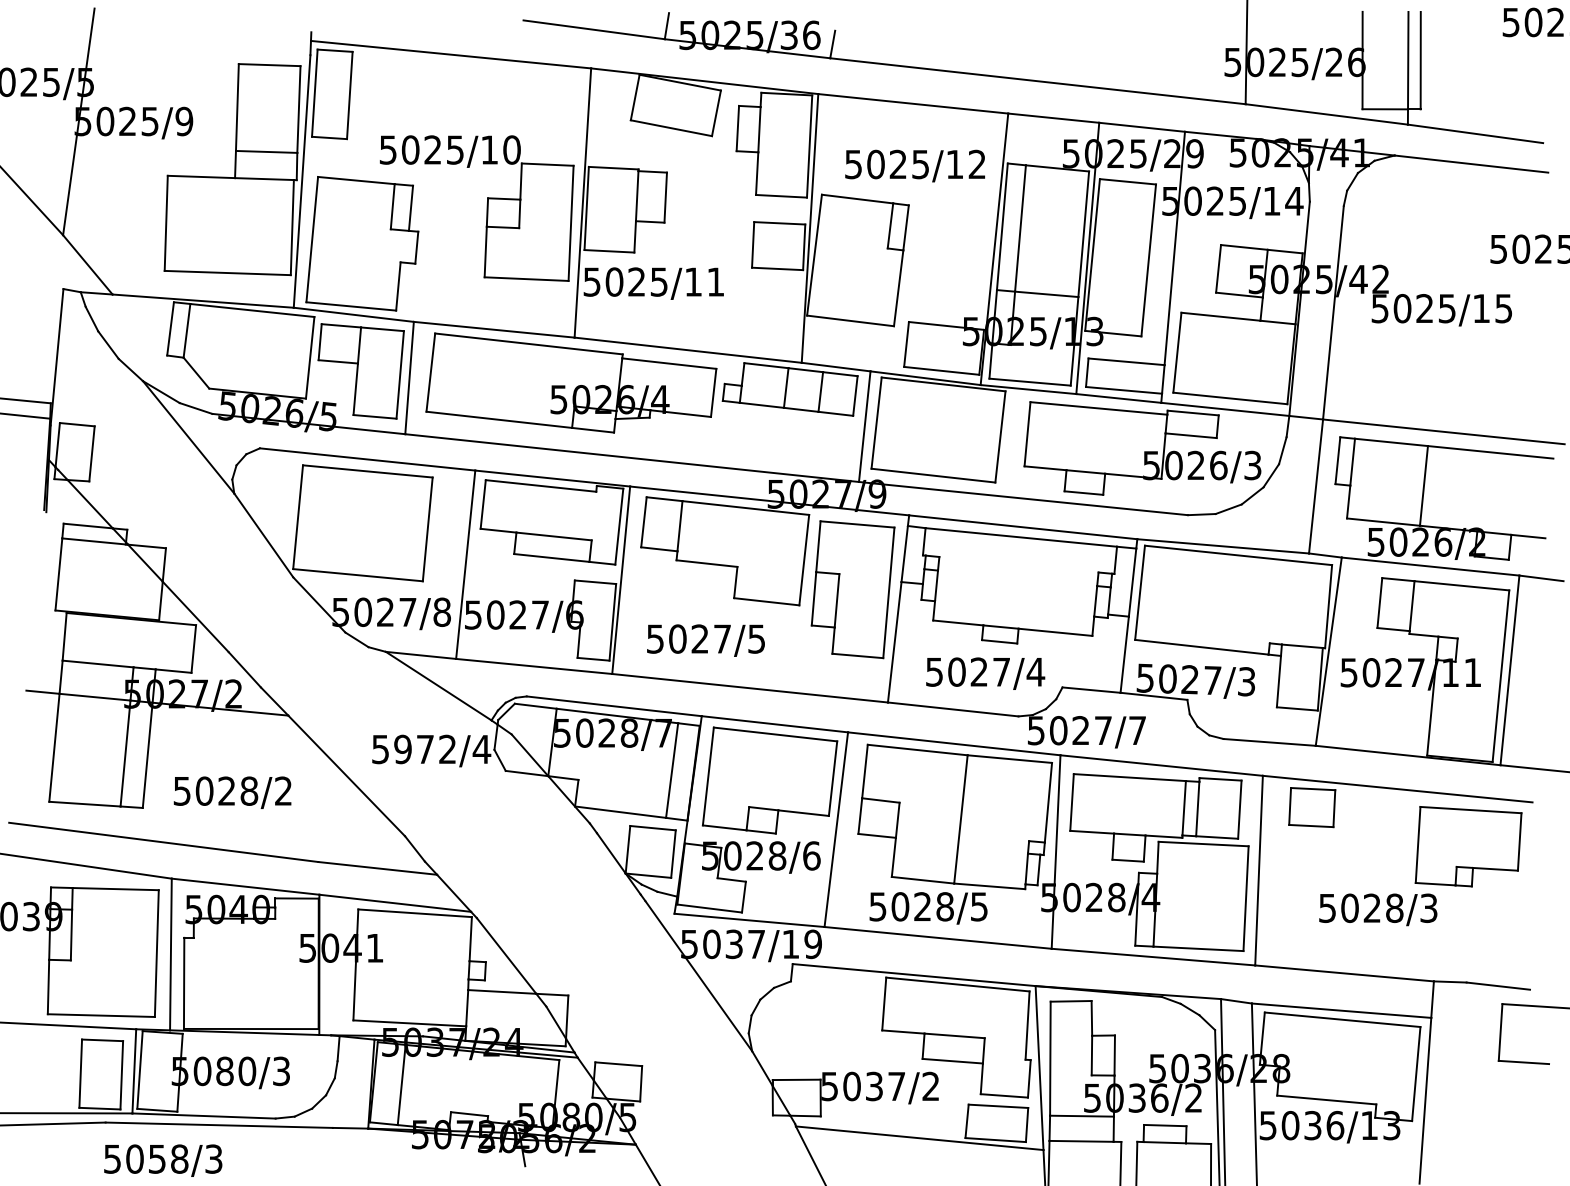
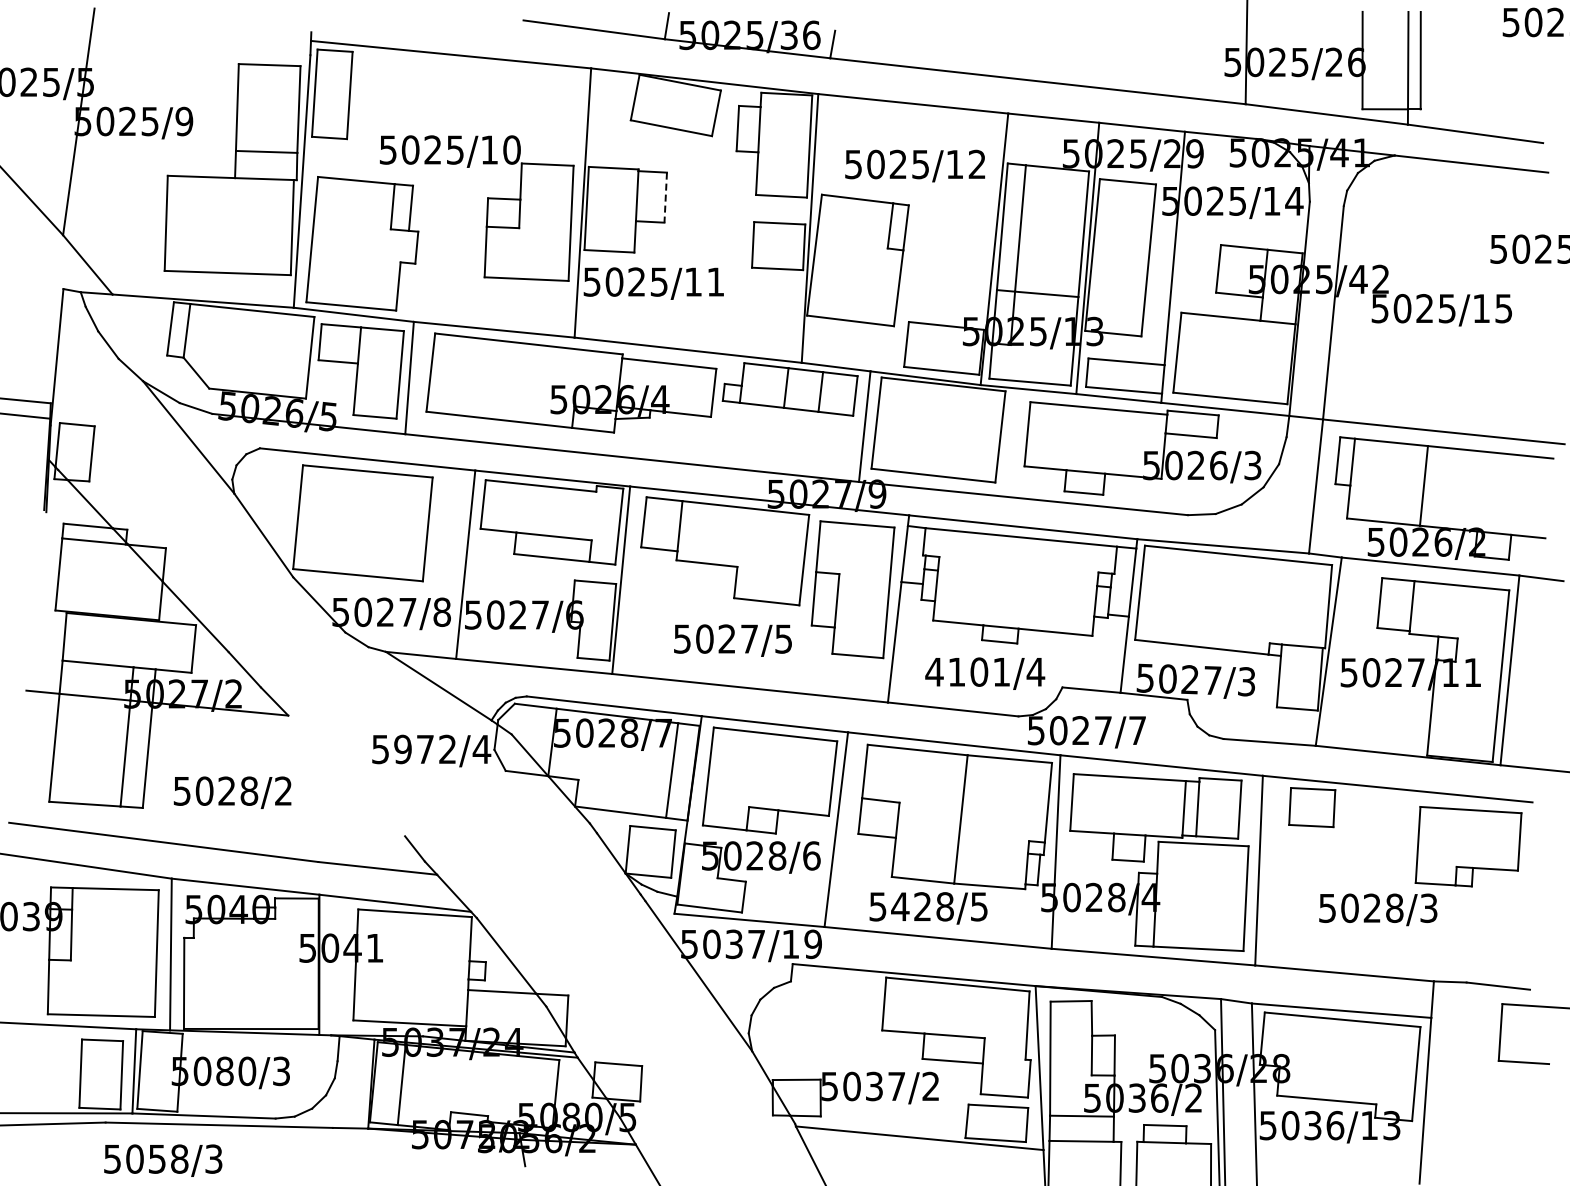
line at (665, 198): solid -> dashed
text at (705, 640) position: (705, 640) -> (732, 640)
text at (967, 671): 5027/4 -> 4101/4
line at (346, 775): present -> none
text at (900, 906): 5028/5 -> 5428/5
